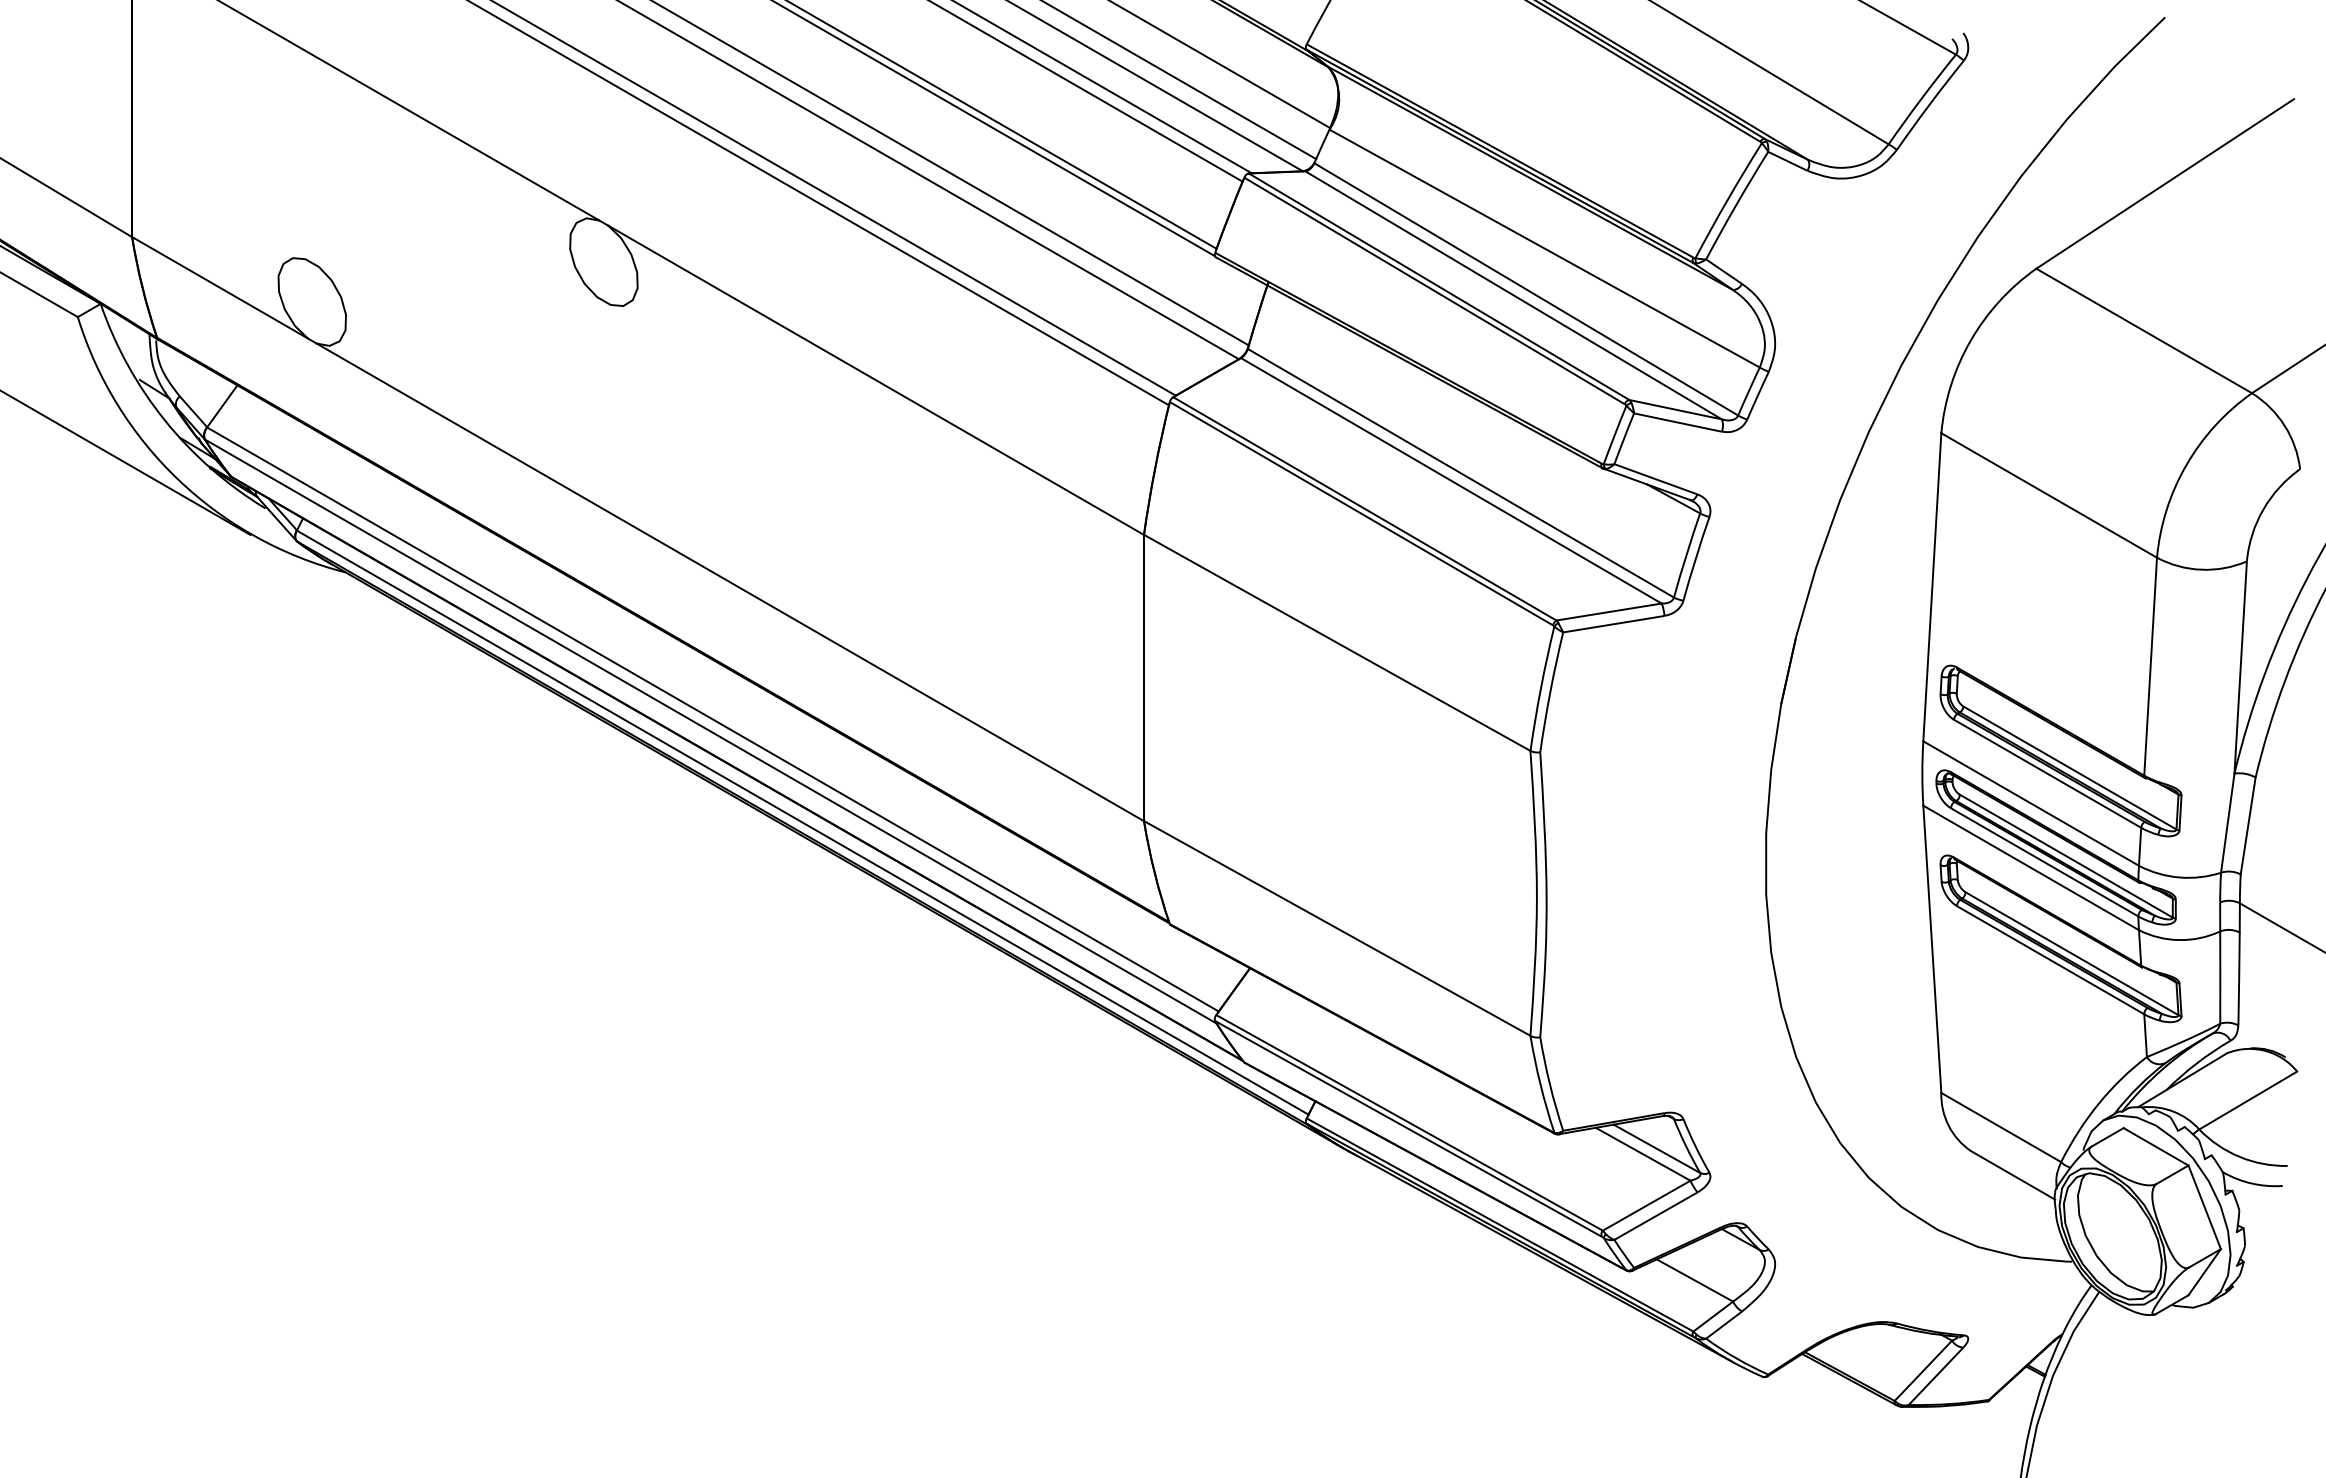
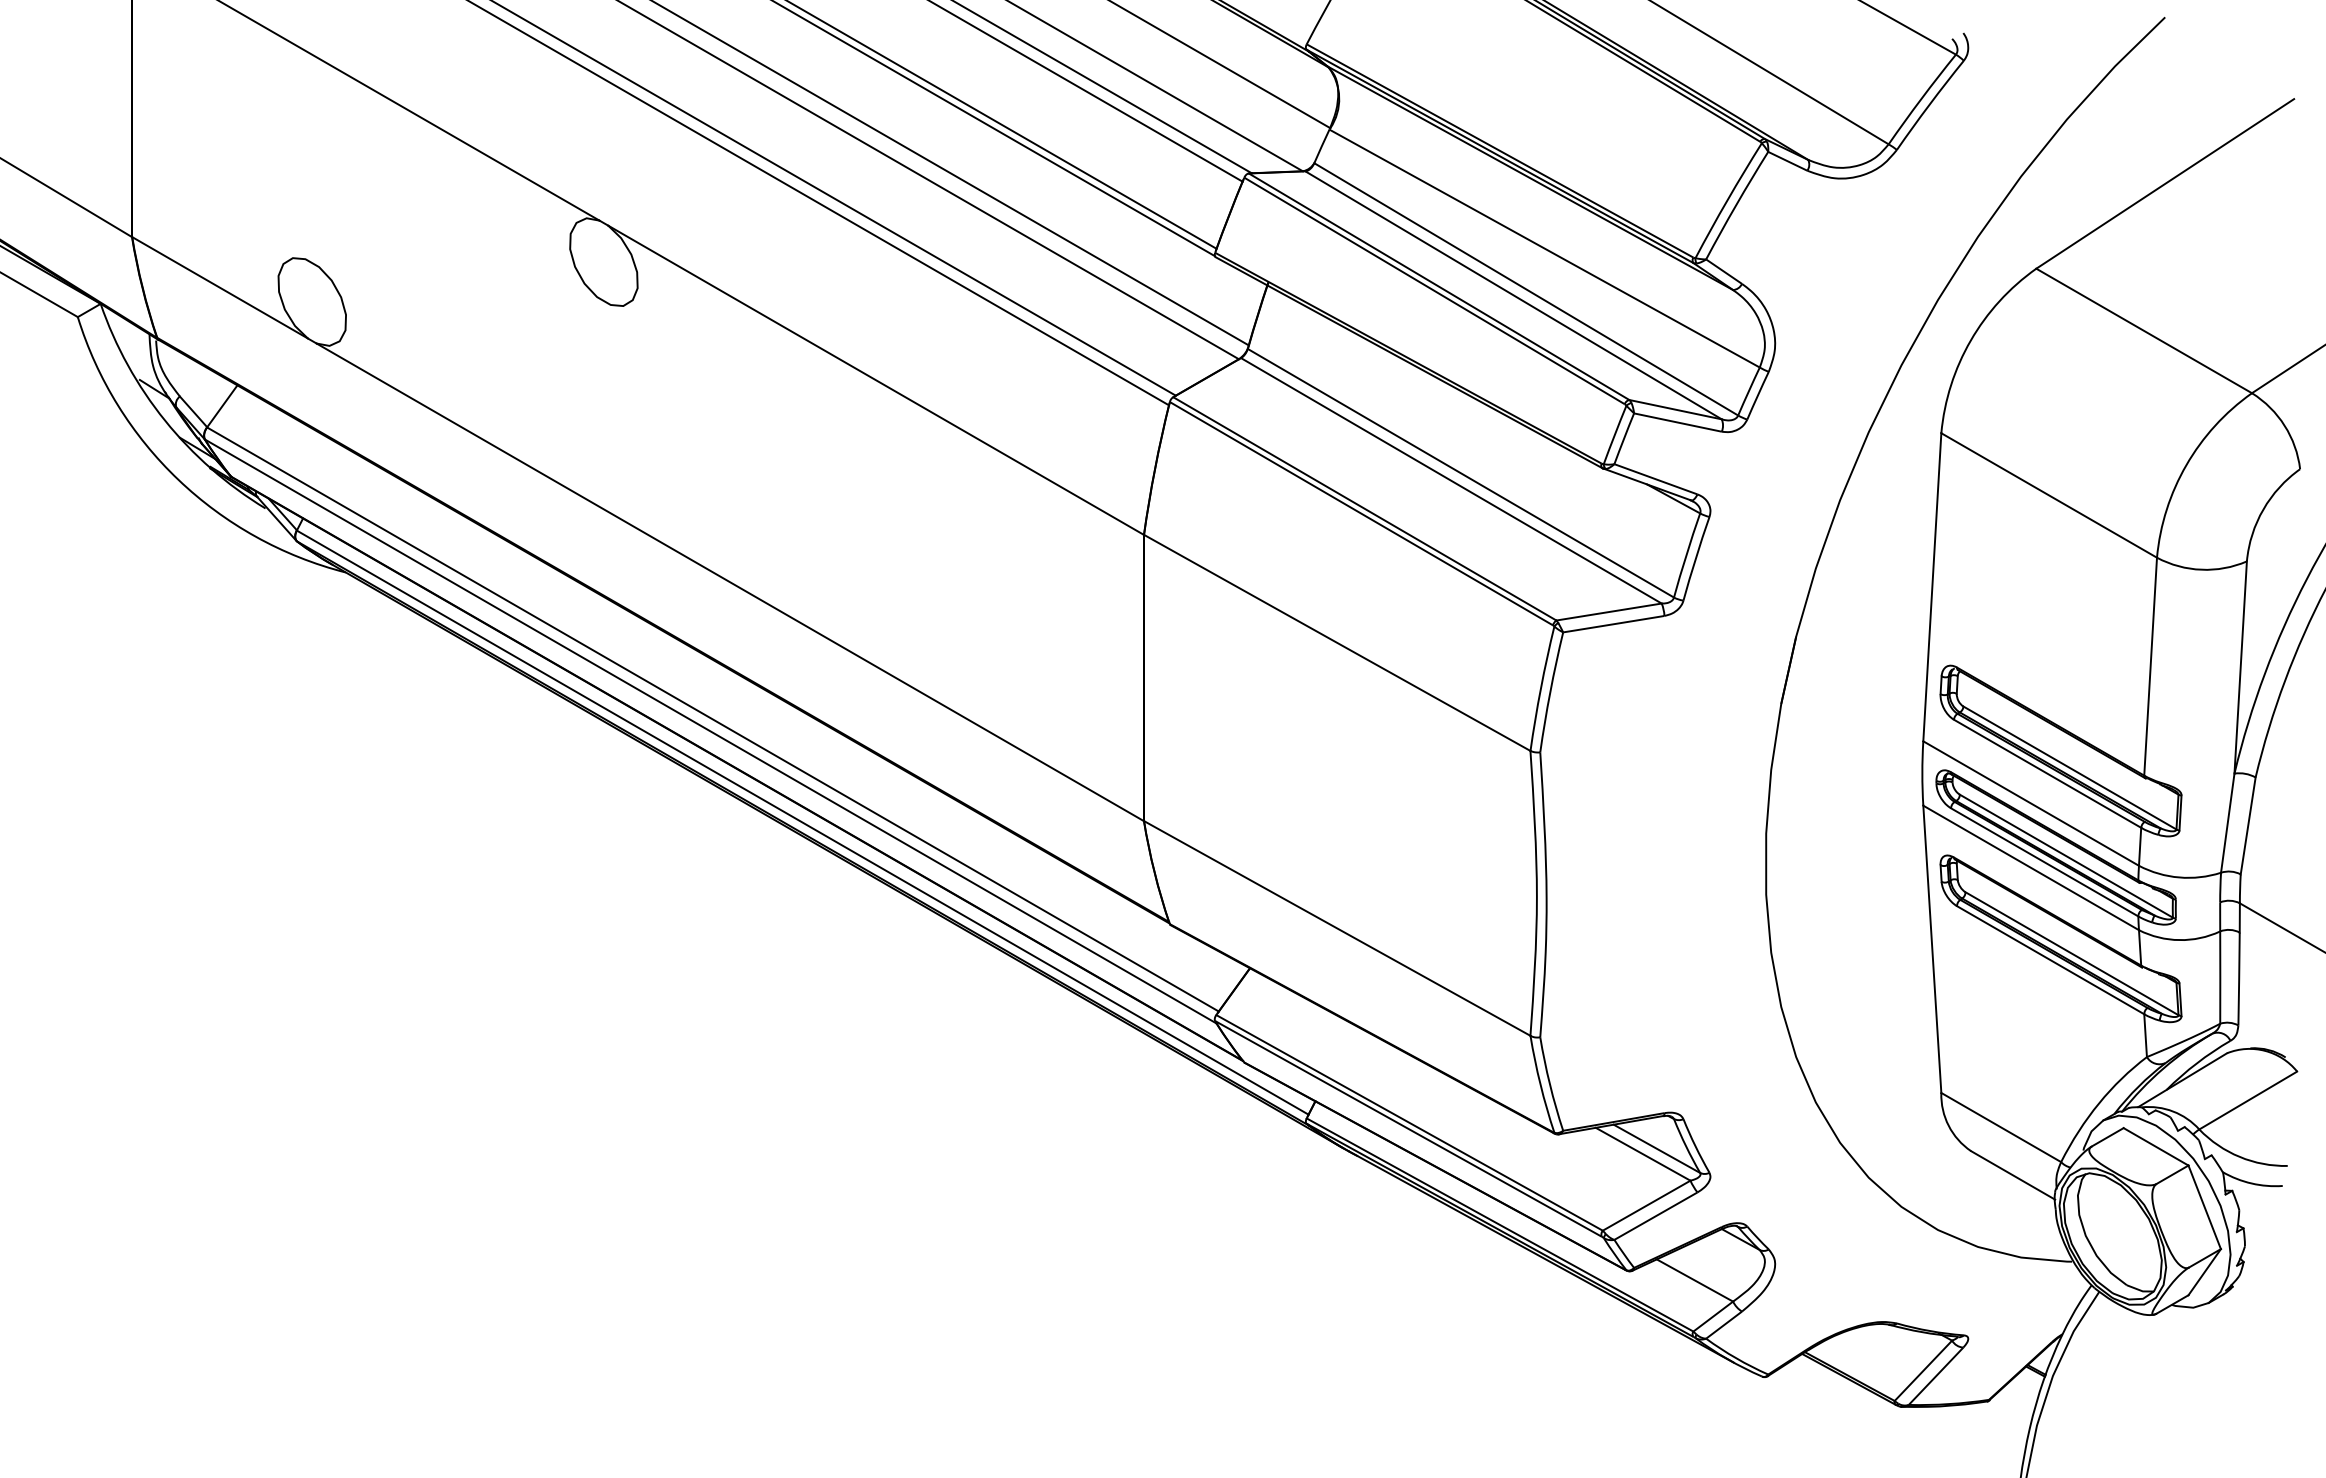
line at (1180, 80): present -> none
line at (126, 462): present -> none
